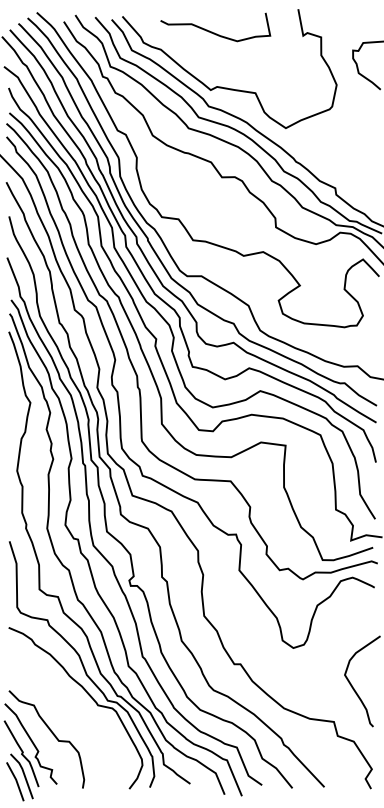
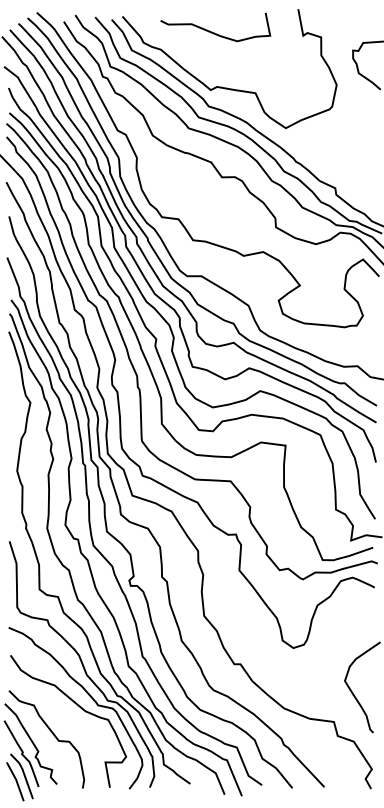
curve at (353, 686) position: (353, 686) -> (353, 692)
curve at (80, 708): none -> present
